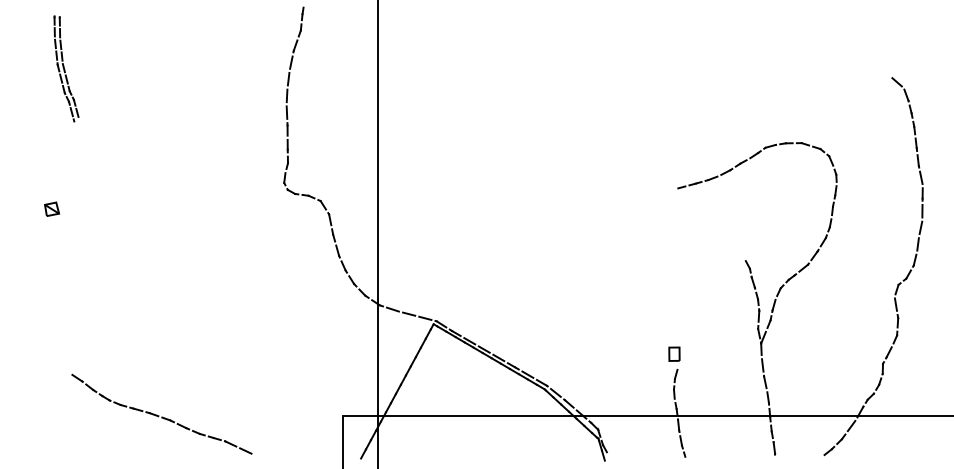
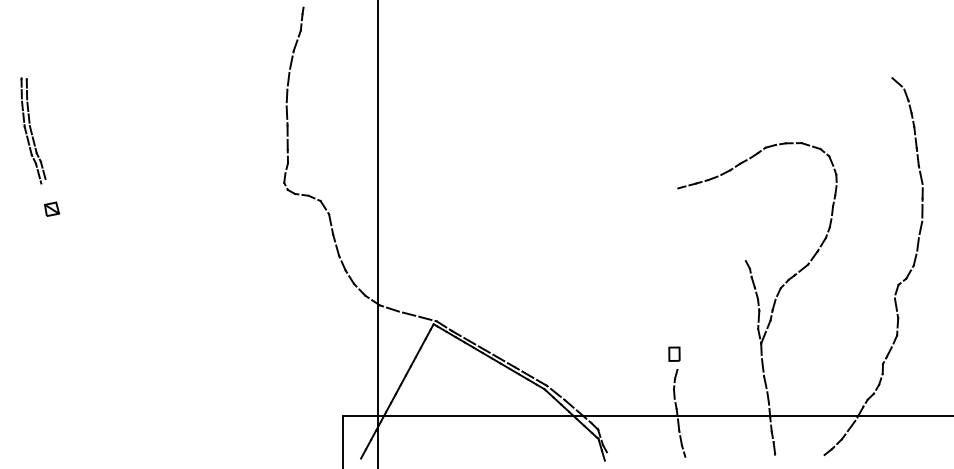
part at (66, 68) position: (66, 68) -> (33, 130)
part at (161, 413): present -> none
